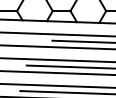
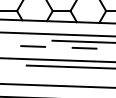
line at (58, 47): solid -> dashed
line at (57, 72): present -> none
line at (66, 92): present -> none
